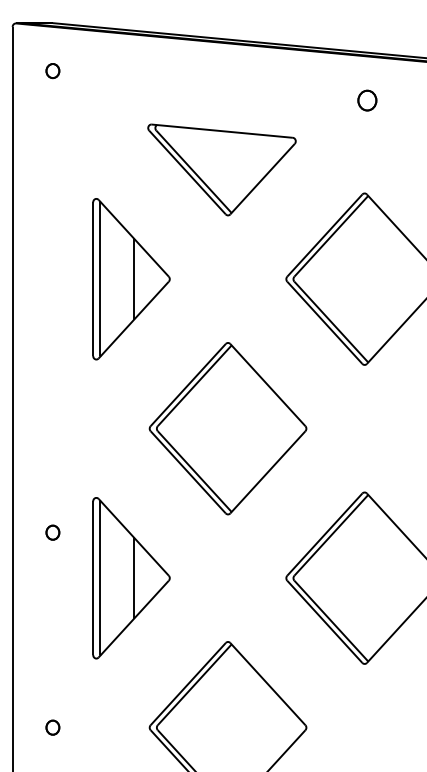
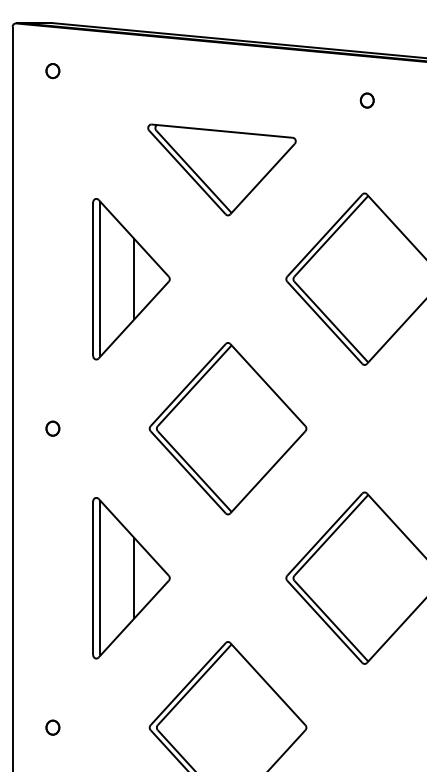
part at (367, 100) size: 21x23 px -> 16x17 px
part at (52, 532) position: (52, 532) -> (52, 428)
